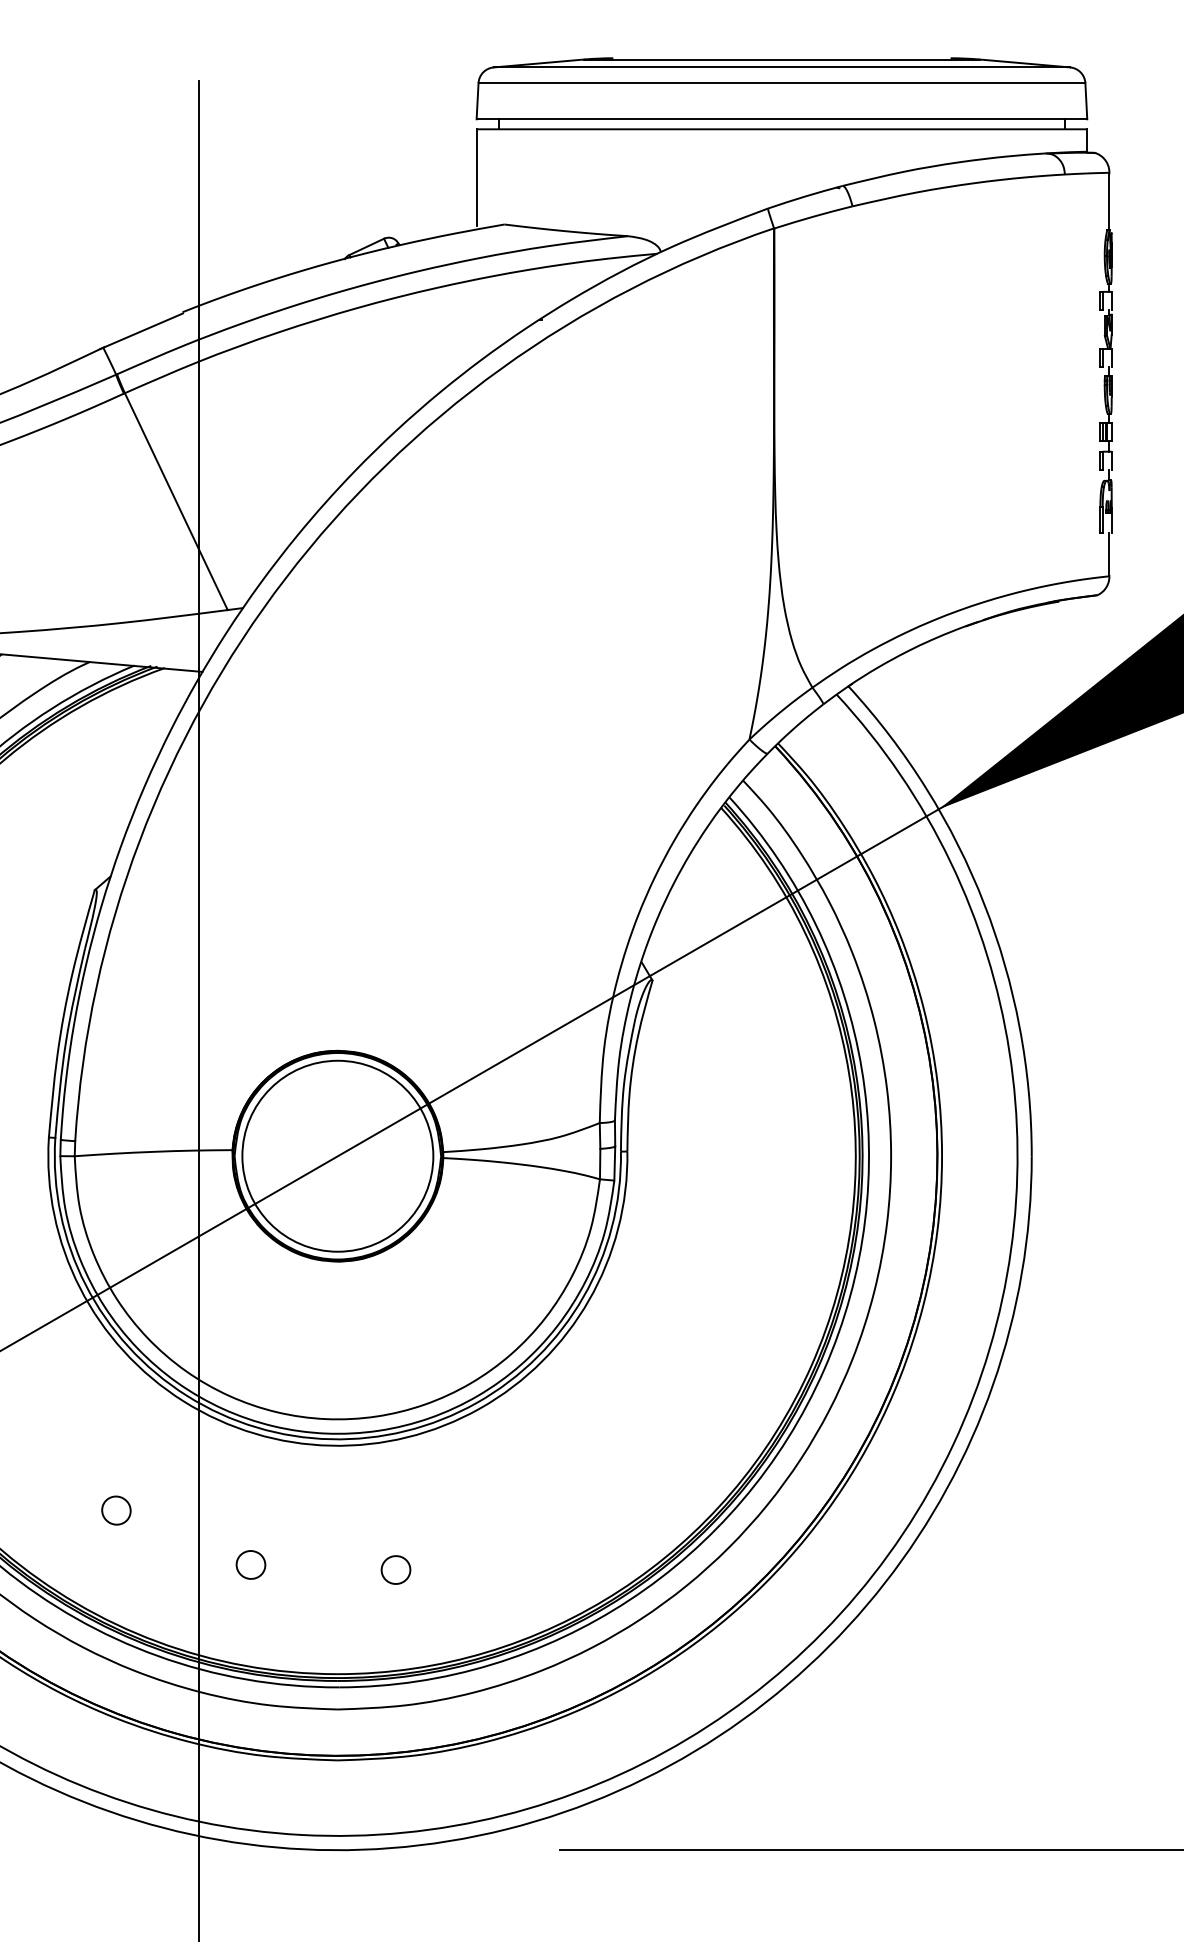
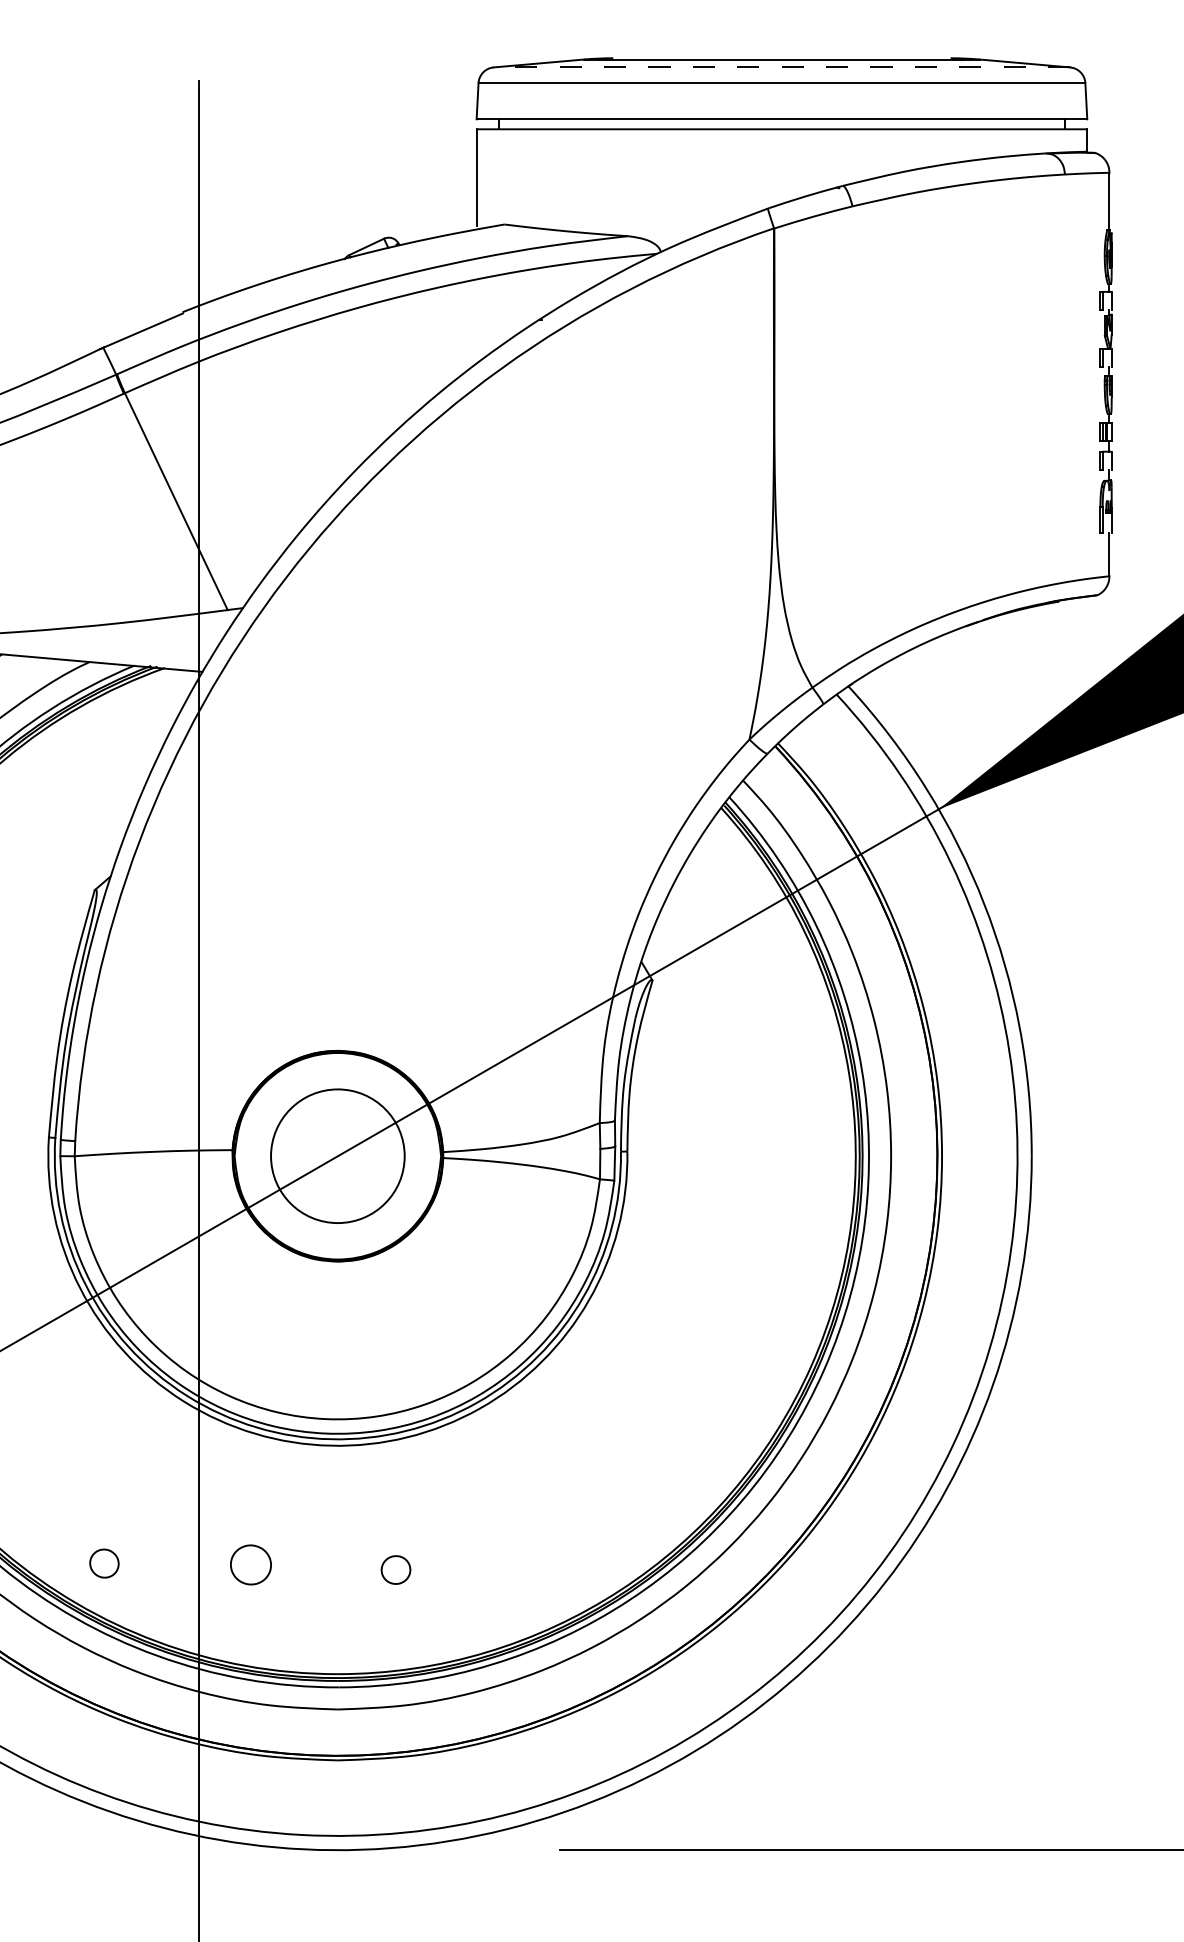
line at (781, 67): solid -> dashed
circle at (337, 1155) diameter: 191 px -> 134 px
part at (116, 1510) position: (116, 1510) -> (104, 1563)
part at (250, 1564) size: 32x30 px -> 42x42 px
